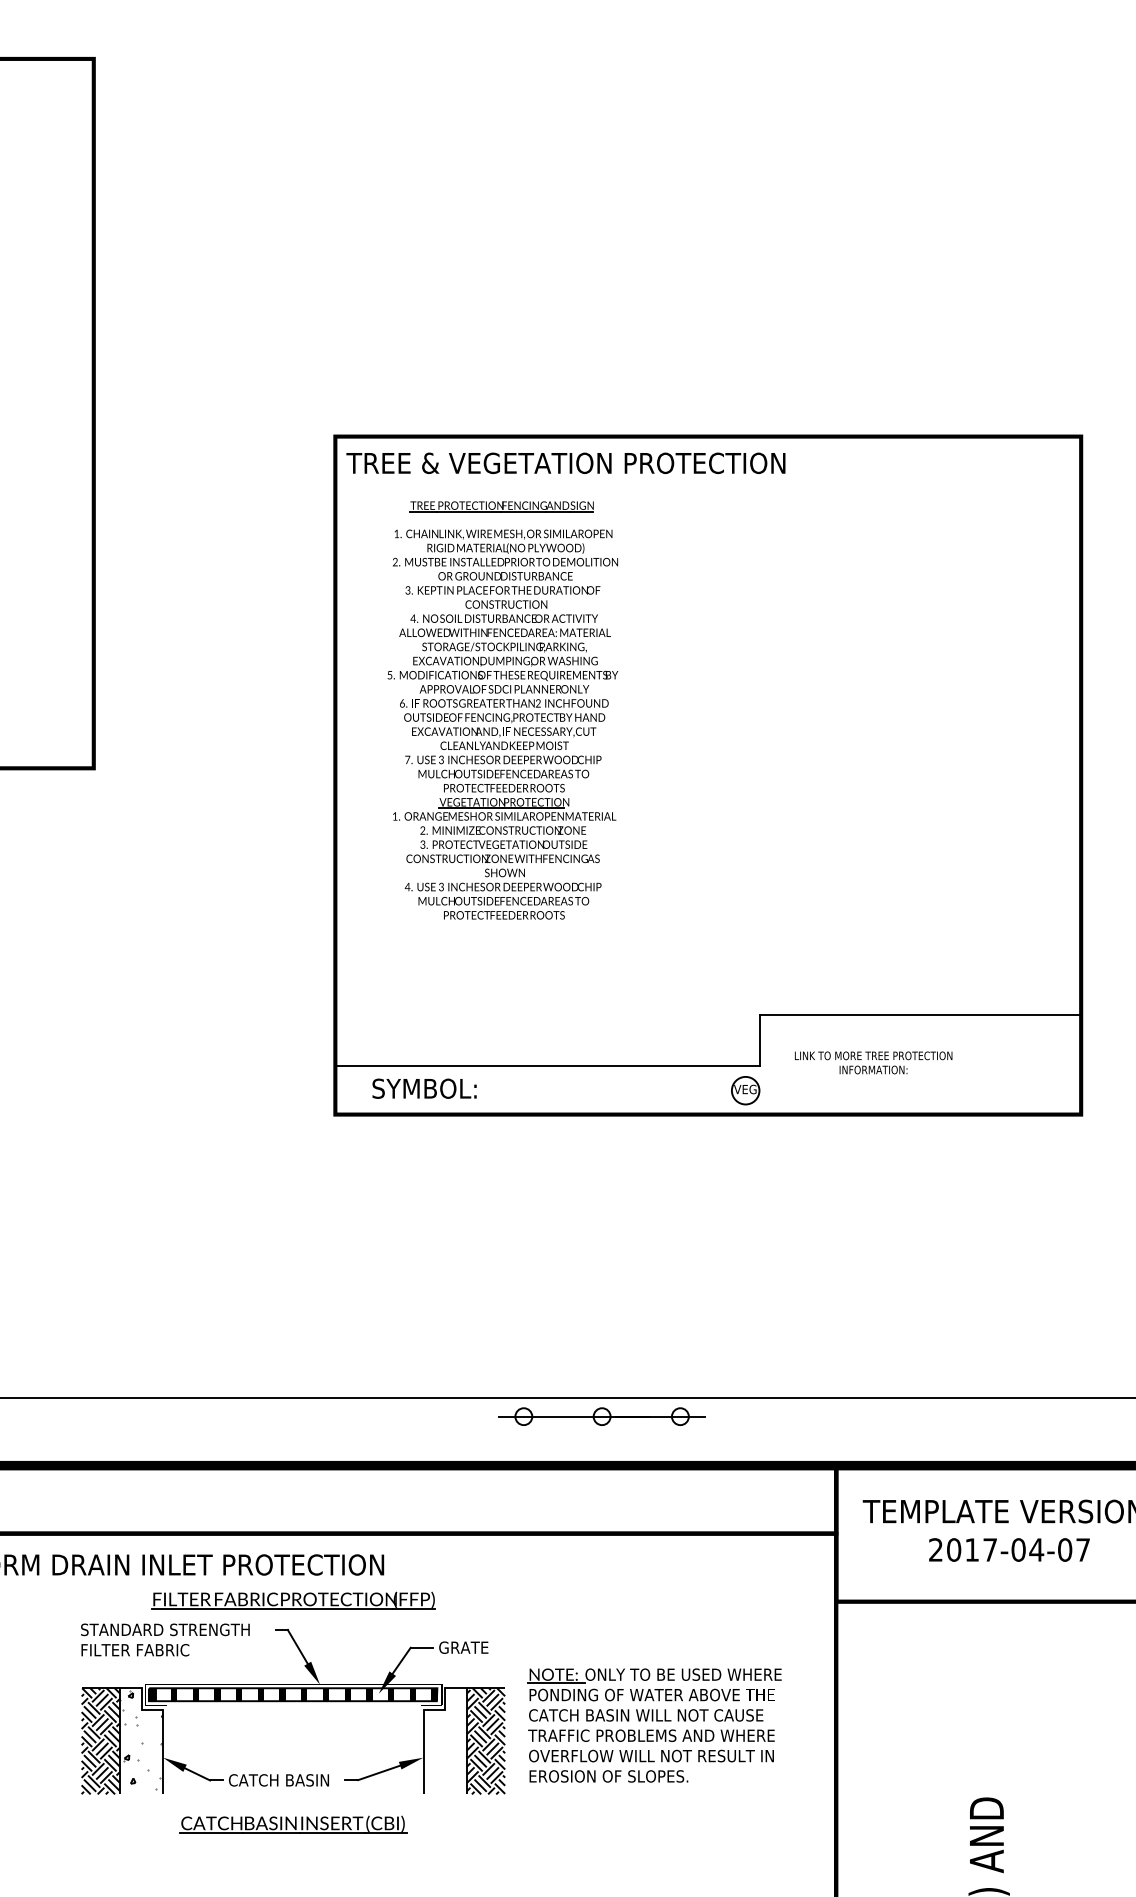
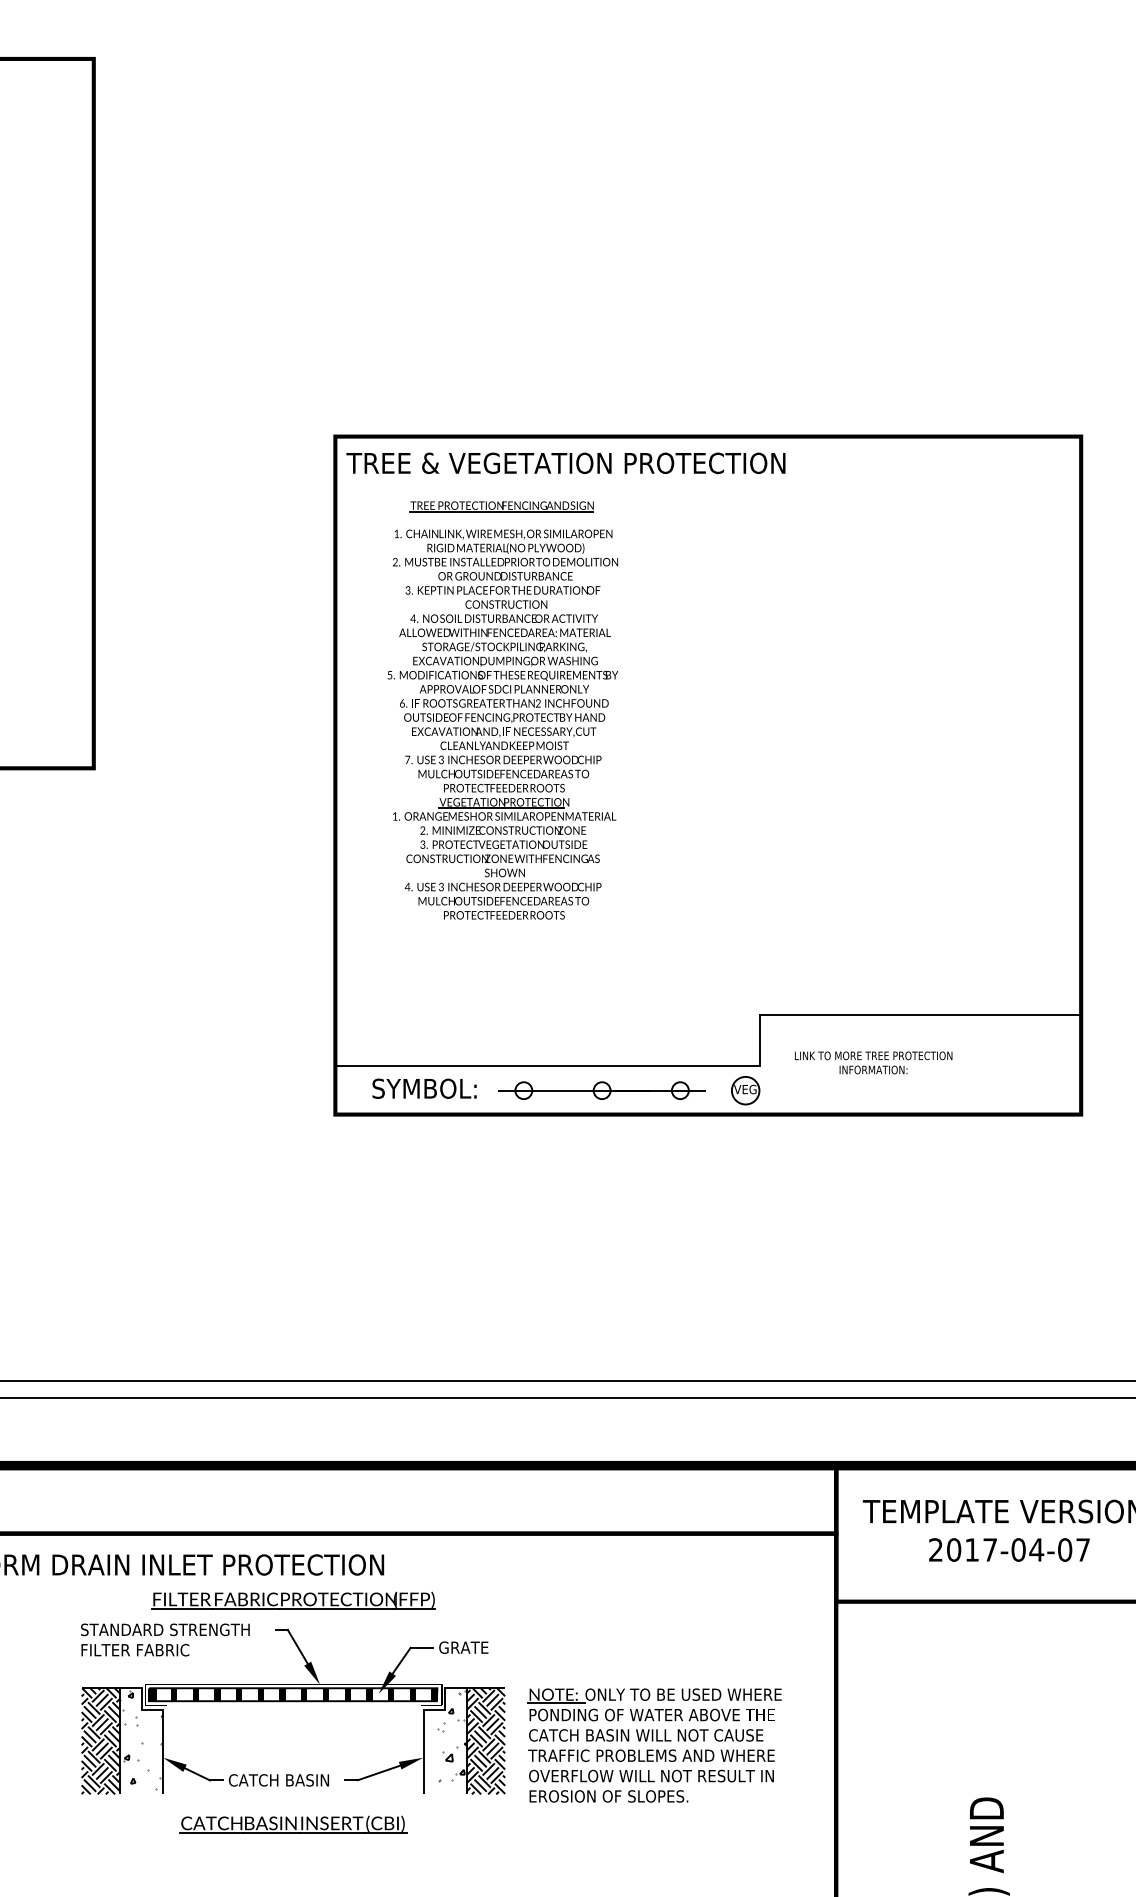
line at (567, 1380): none -> present
part at (601, 1416) position: (601, 1416) -> (601, 1090)
part at (654, 1725) position: (654, 1725) -> (654, 1745)
hatch at (452, 1735): none -> present
